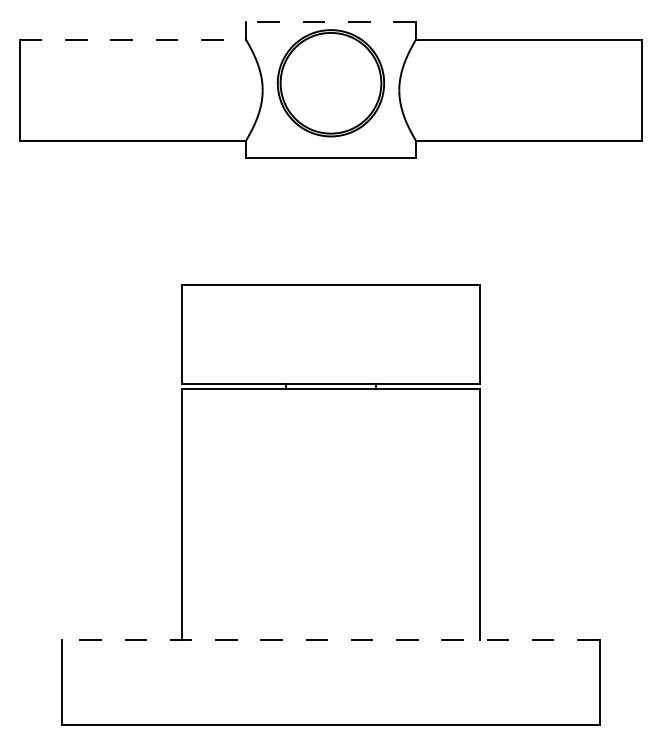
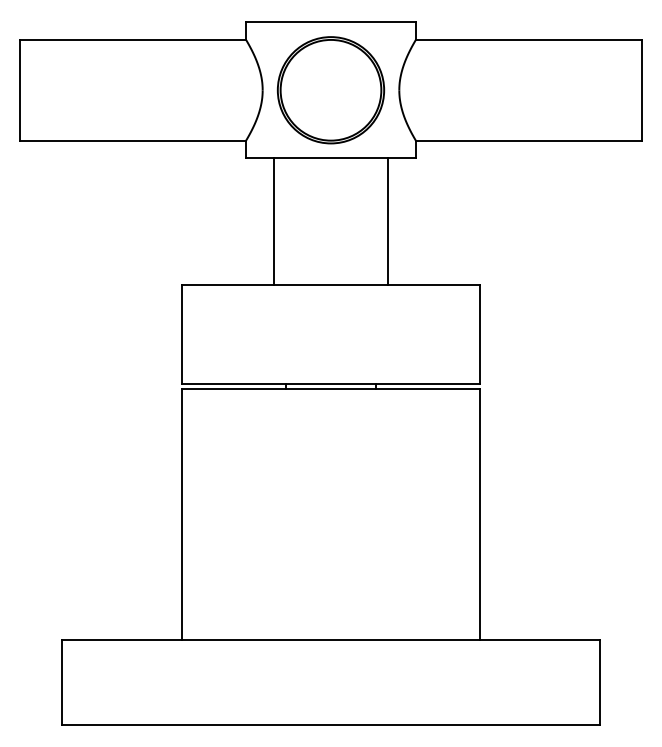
line at (331, 22): dashed -> solid
line at (133, 39): dashed -> solid
part at (330, 83) position: (330, 83) -> (330, 90)
line at (274, 221): none -> present
line at (387, 221): none -> present
line at (331, 639): dashed -> solid
